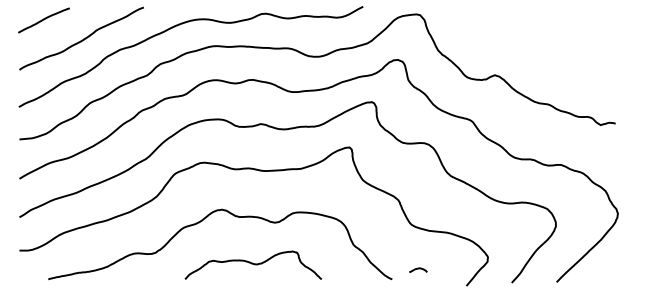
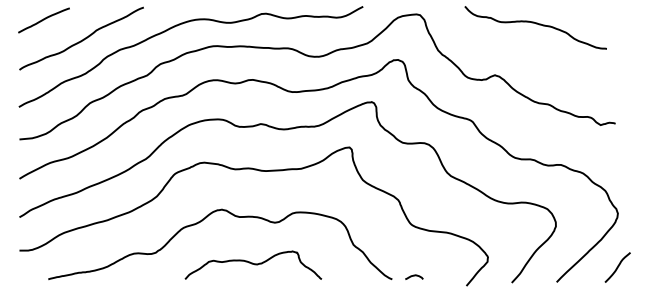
curve at (536, 24): none -> present
curve at (617, 267): none -> present
curve at (418, 269) position: (418, 269) -> (414, 276)
